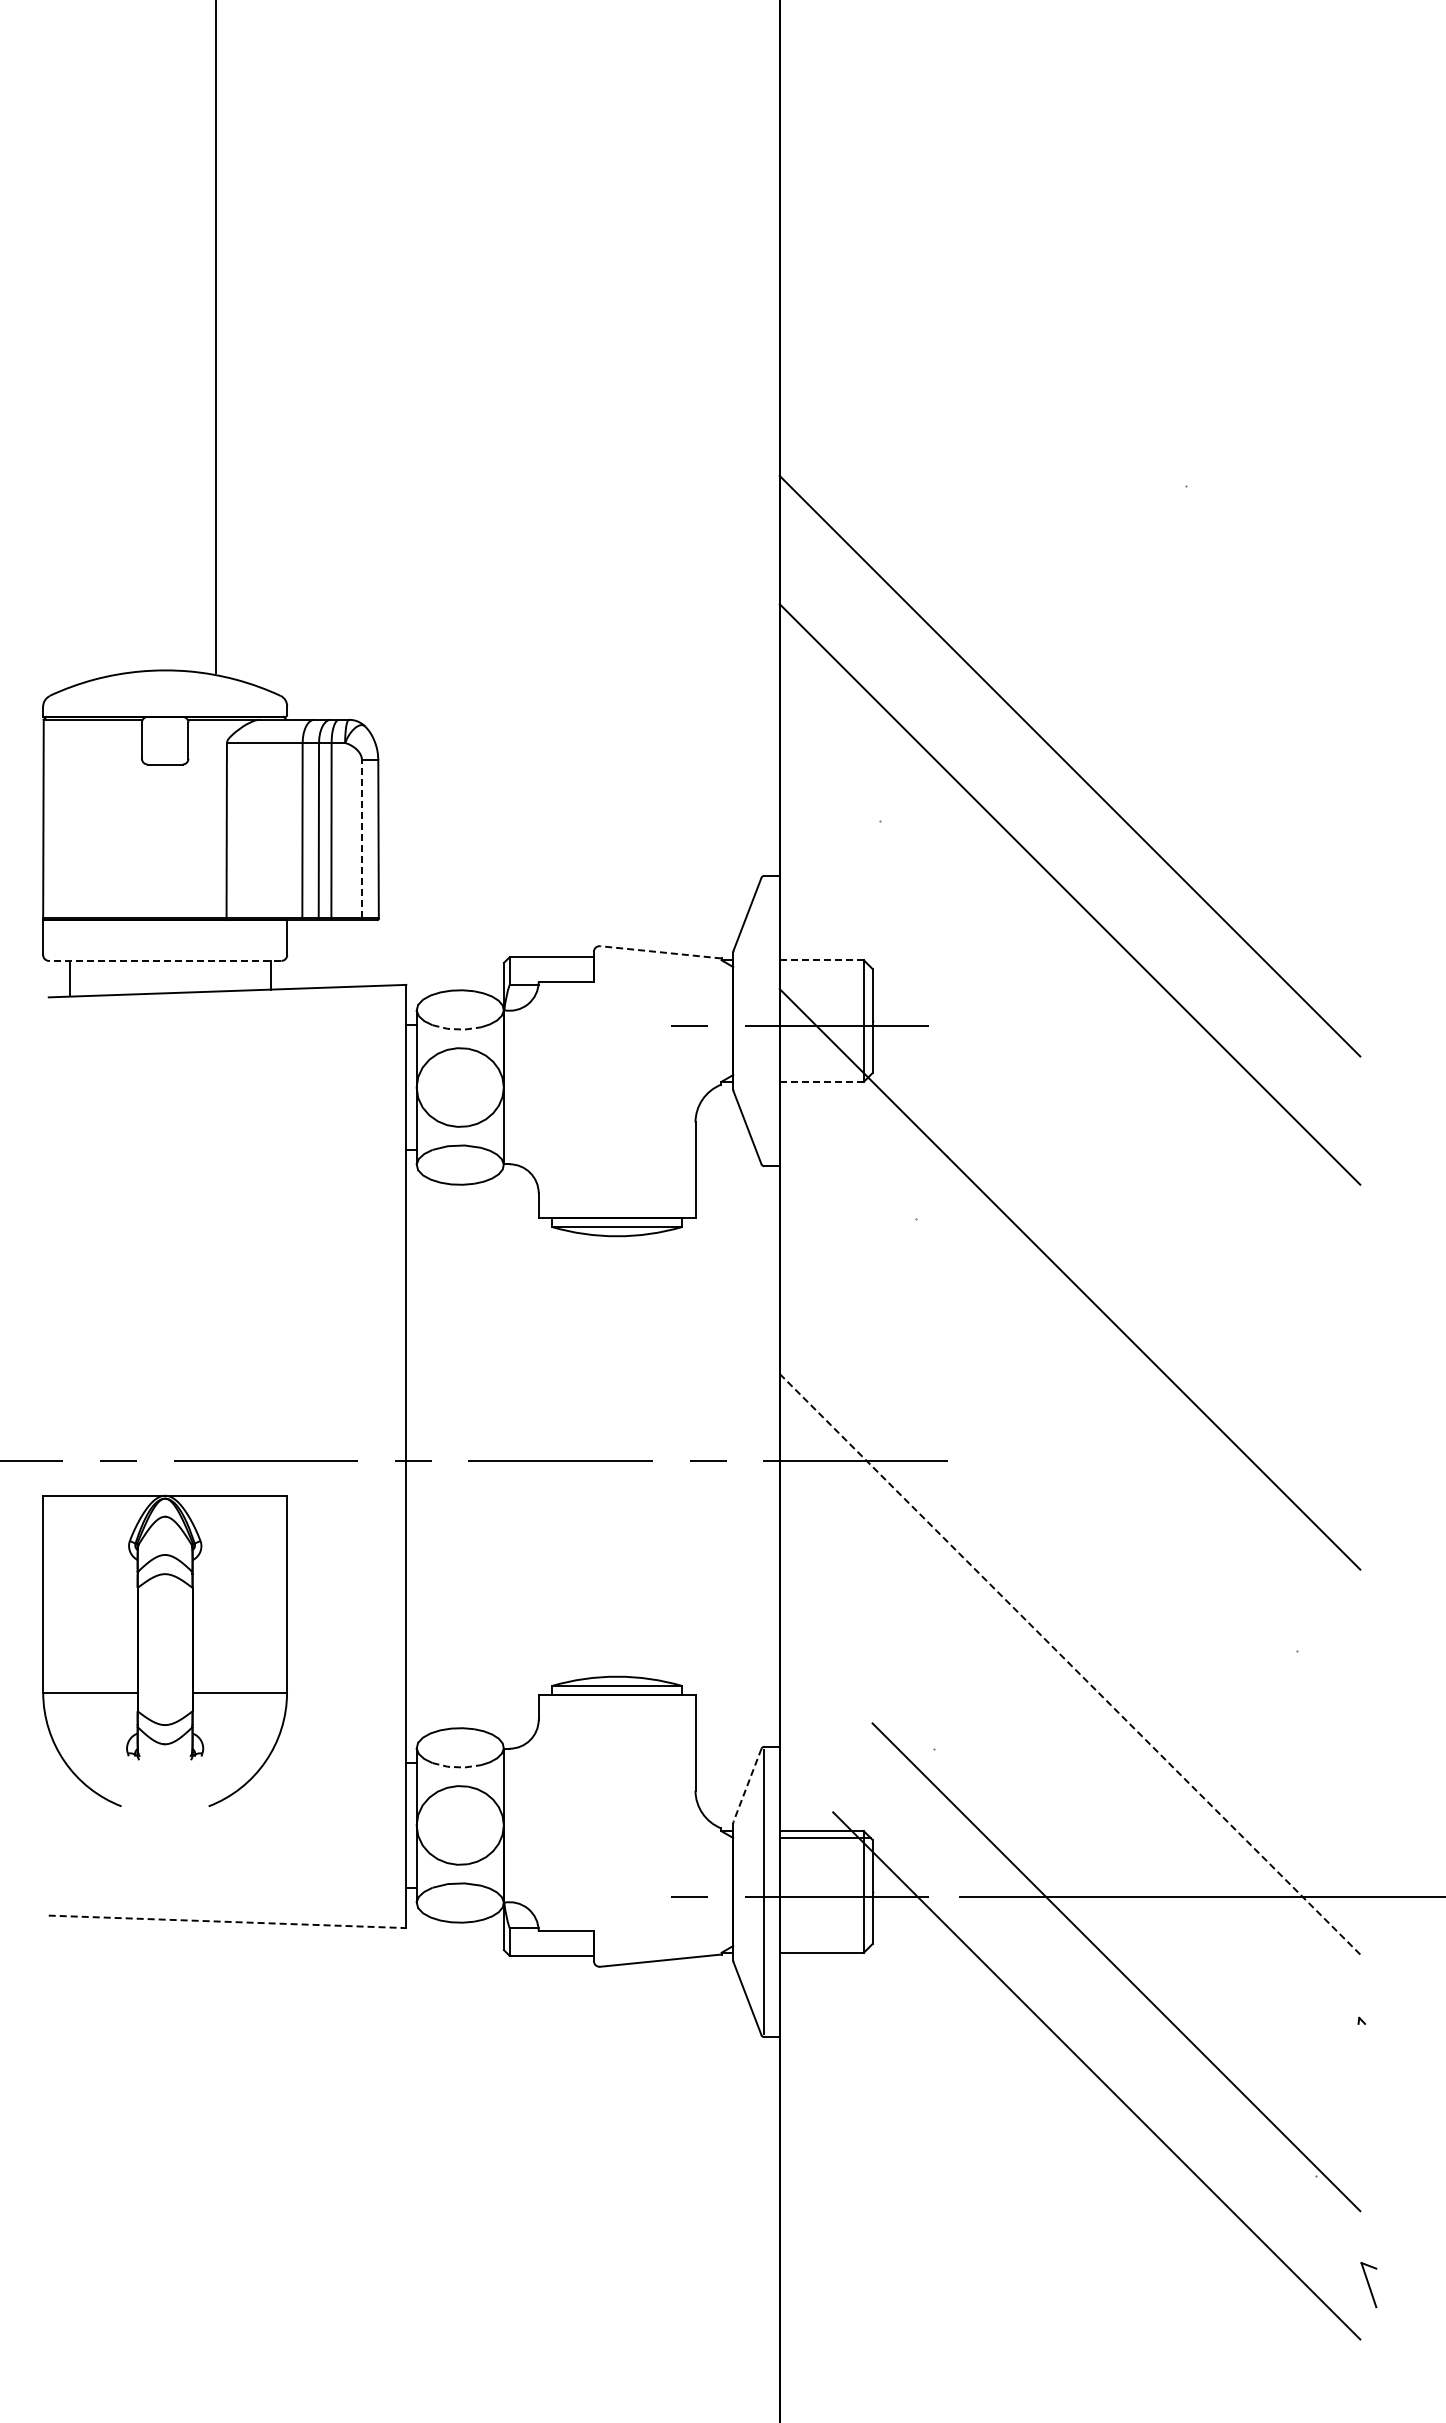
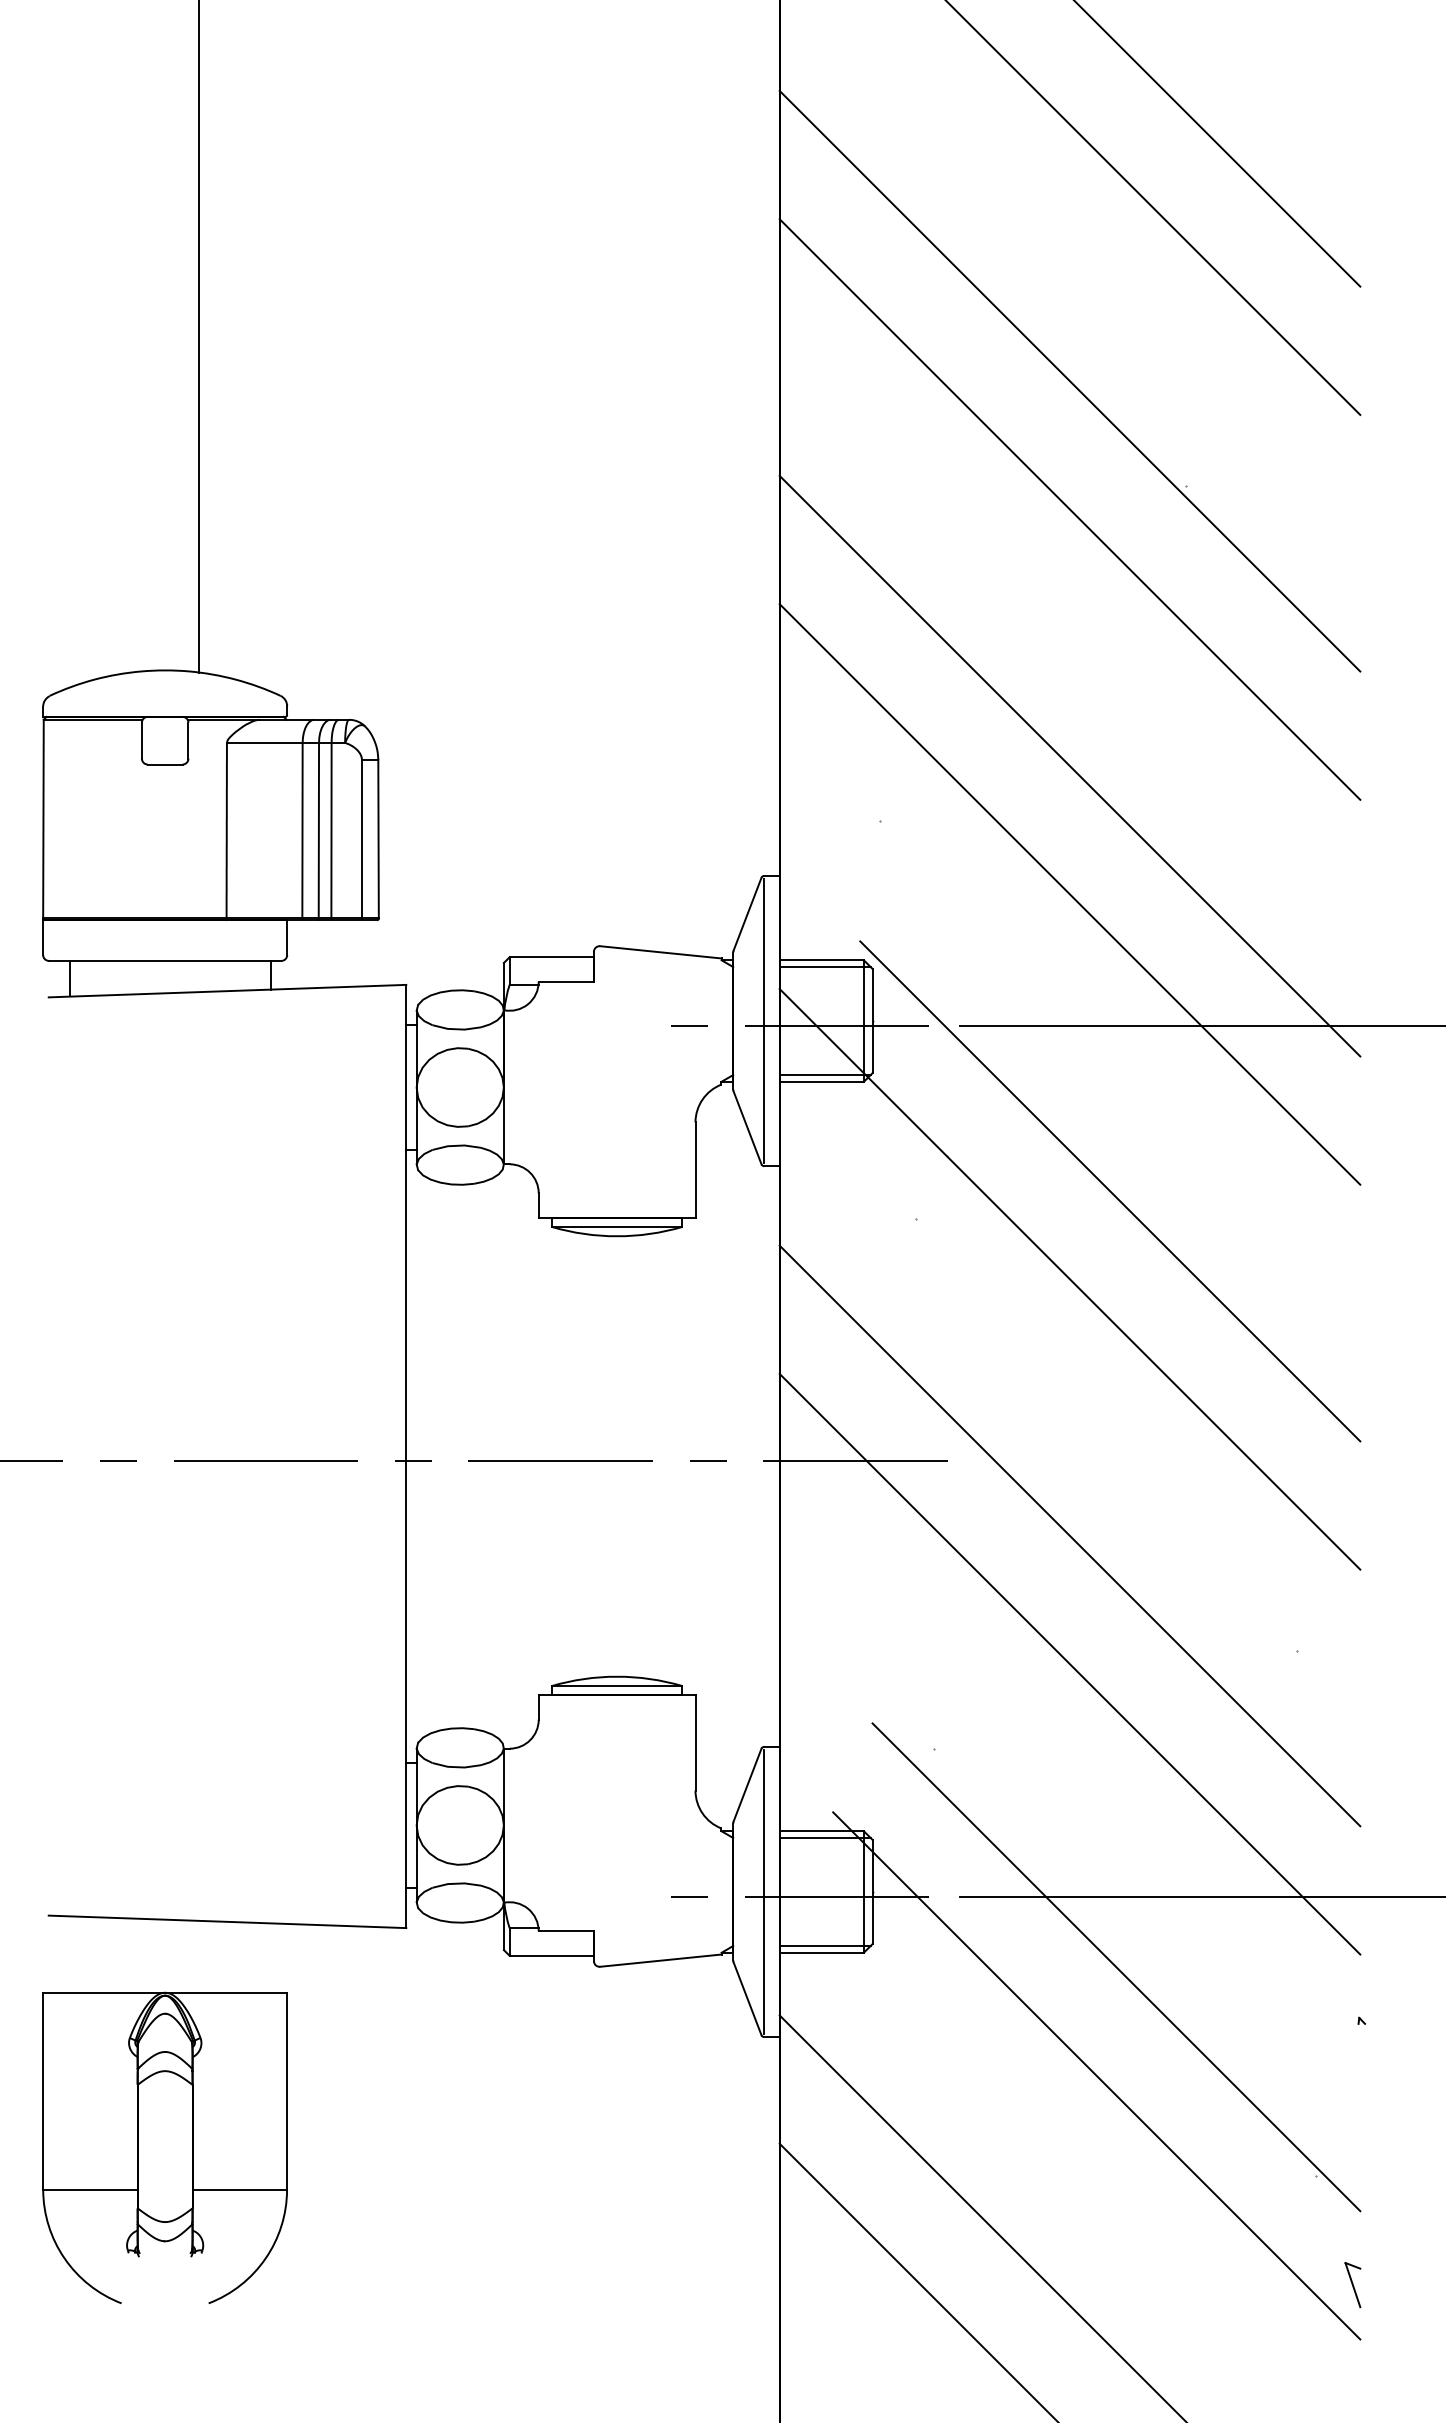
line at (1218, 144): none -> present
line at (1154, 208): none -> present
line at (216, 337) position: (216, 337) -> (199, 337)
line at (1069, 380): none -> present
line at (1069, 509): none -> present
line at (361, 838): dashed -> solid
line at (660, 952): dashed -> solid
line at (164, 960): dashed -> solid
line at (822, 960): dashed -> solid
line at (824, 967): none -> present
line at (764, 1020): none -> present
line at (1200, 1025): none -> present
line at (456, 1029): dashed -> solid
line at (824, 1075): none -> present
line at (822, 1081): dashed -> solid
line at (1110, 1191): none -> present
line at (1069, 1535): none -> present
part at (164, 1650) position: (164, 1650) -> (164, 2147)
line at (1069, 1664): dashed -> solid
line at (456, 1767): dashed -> solid
line at (747, 1785): dashed -> solid
line at (227, 1921): dashed -> solid
line at (824, 1945): none -> present
line at (981, 2217): none -> present
line at (917, 2281): none -> present
part at (1368, 2285) position: (1368, 2285) -> (1352, 2285)
